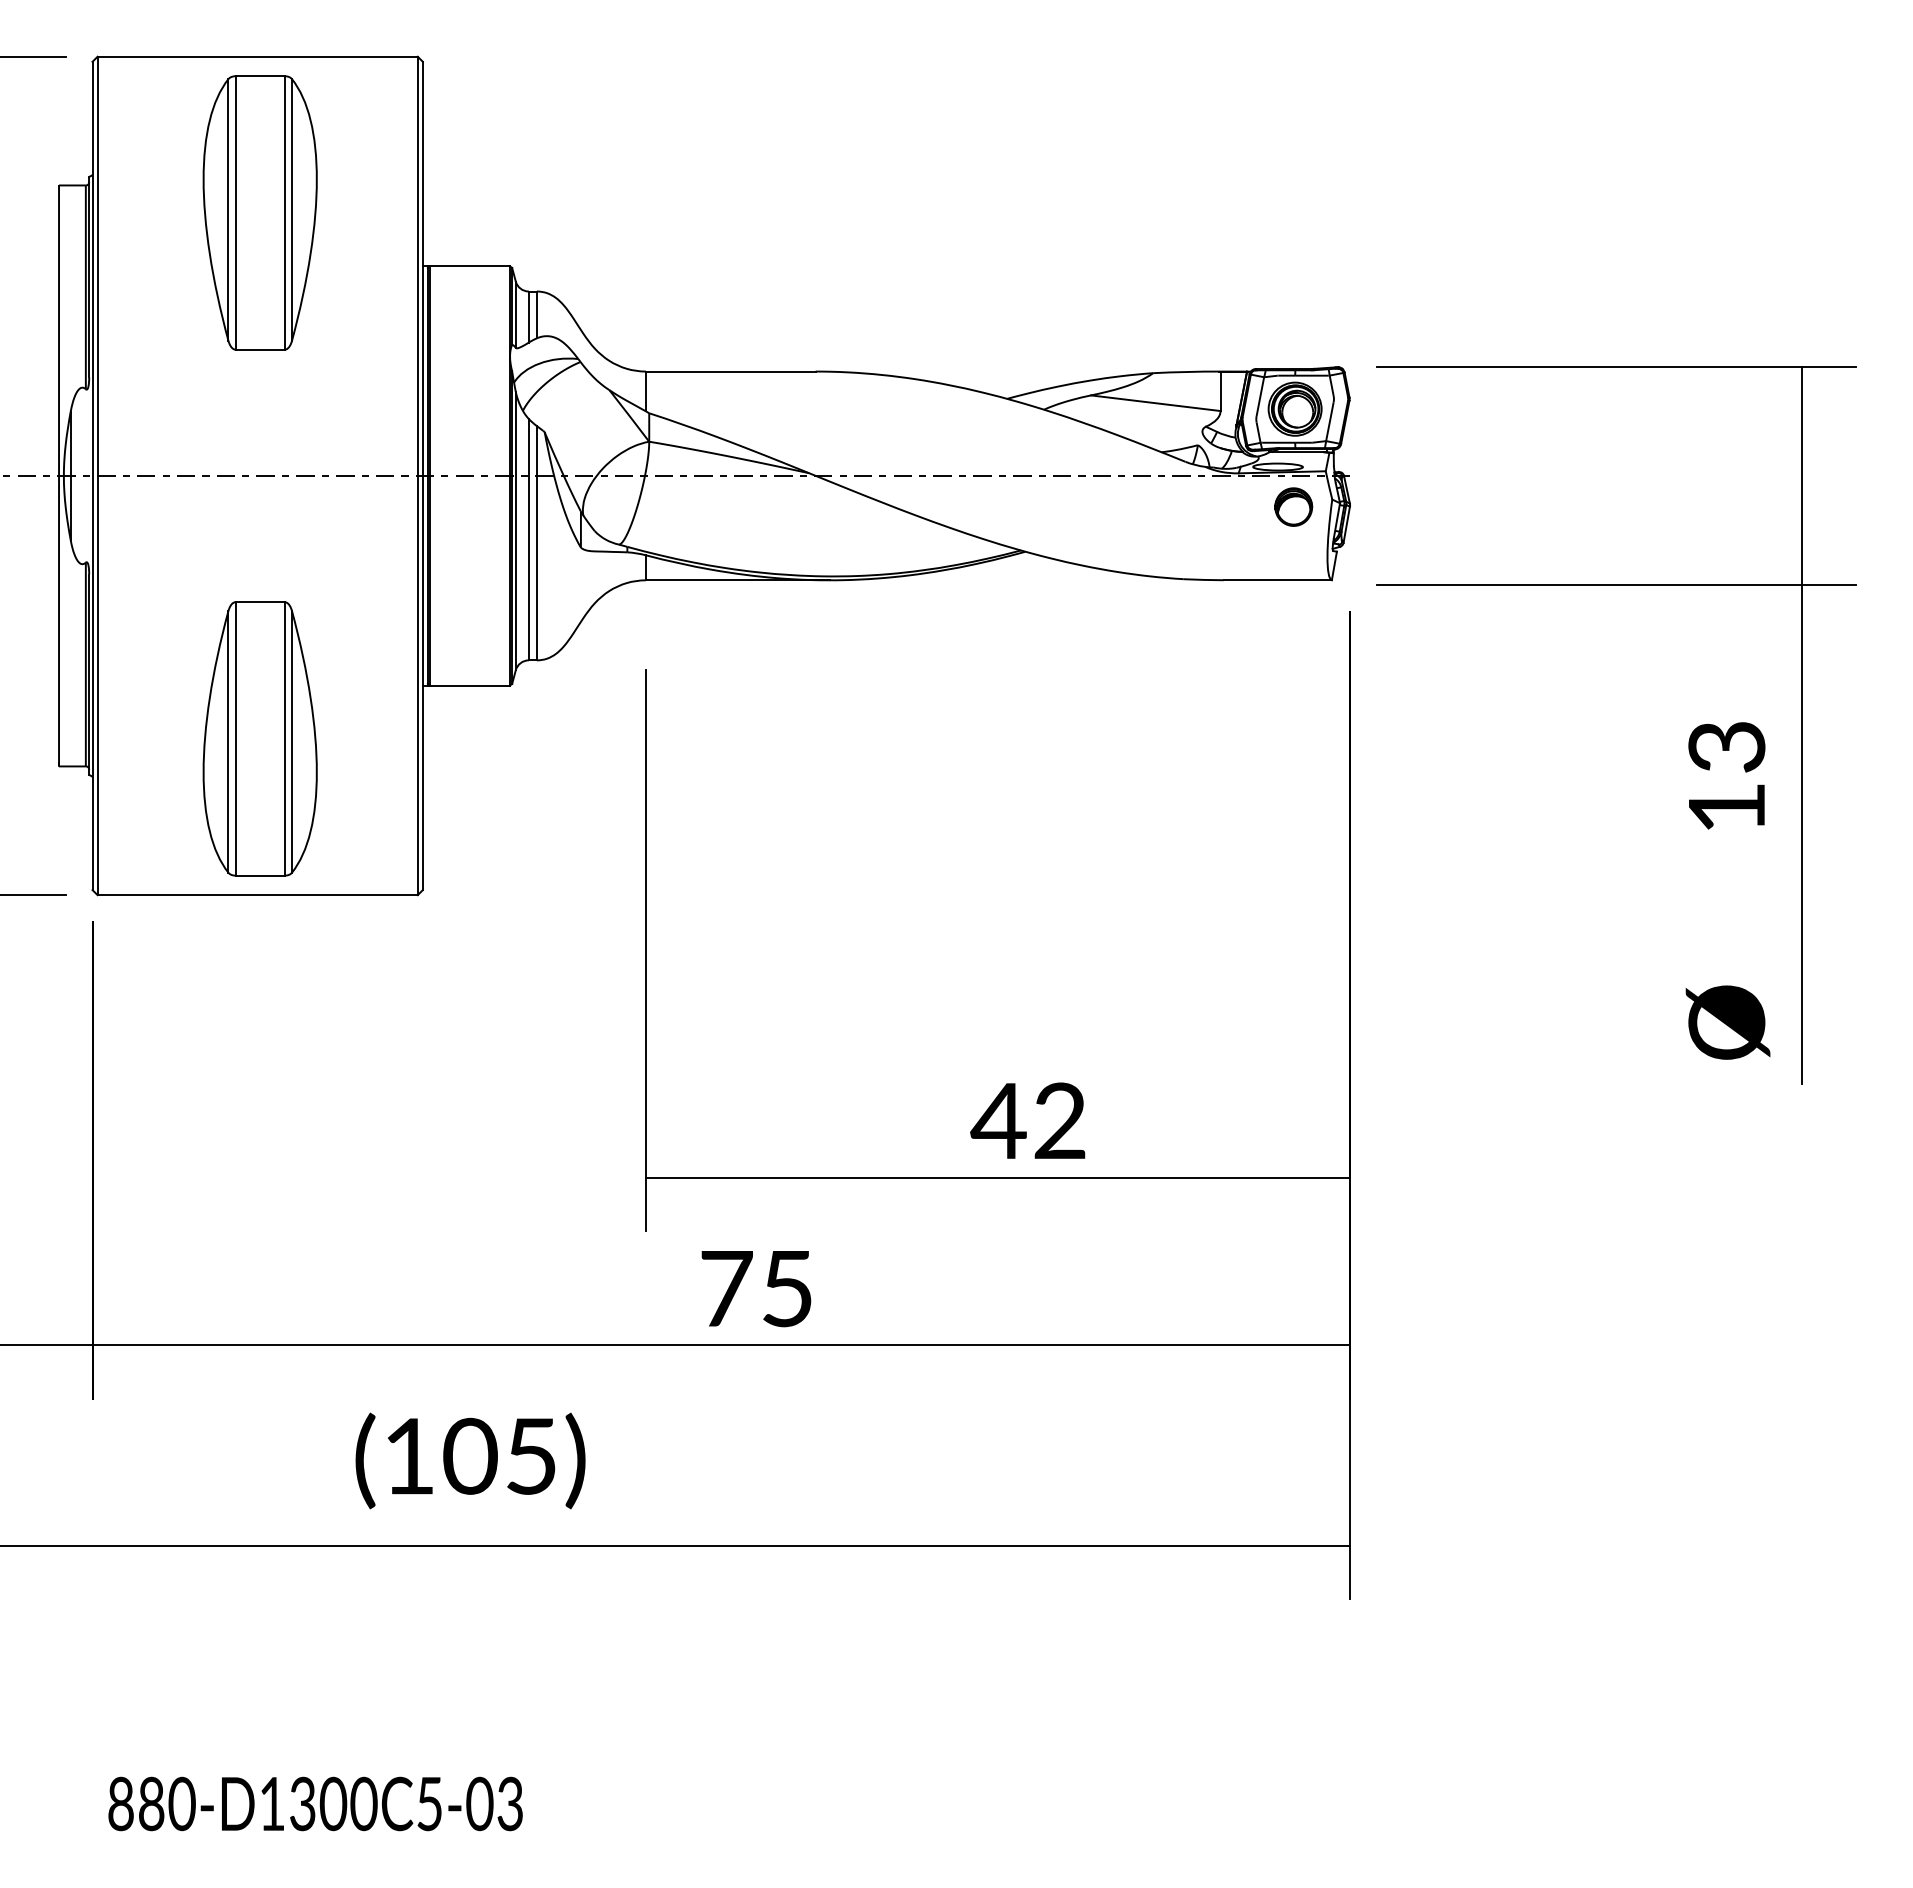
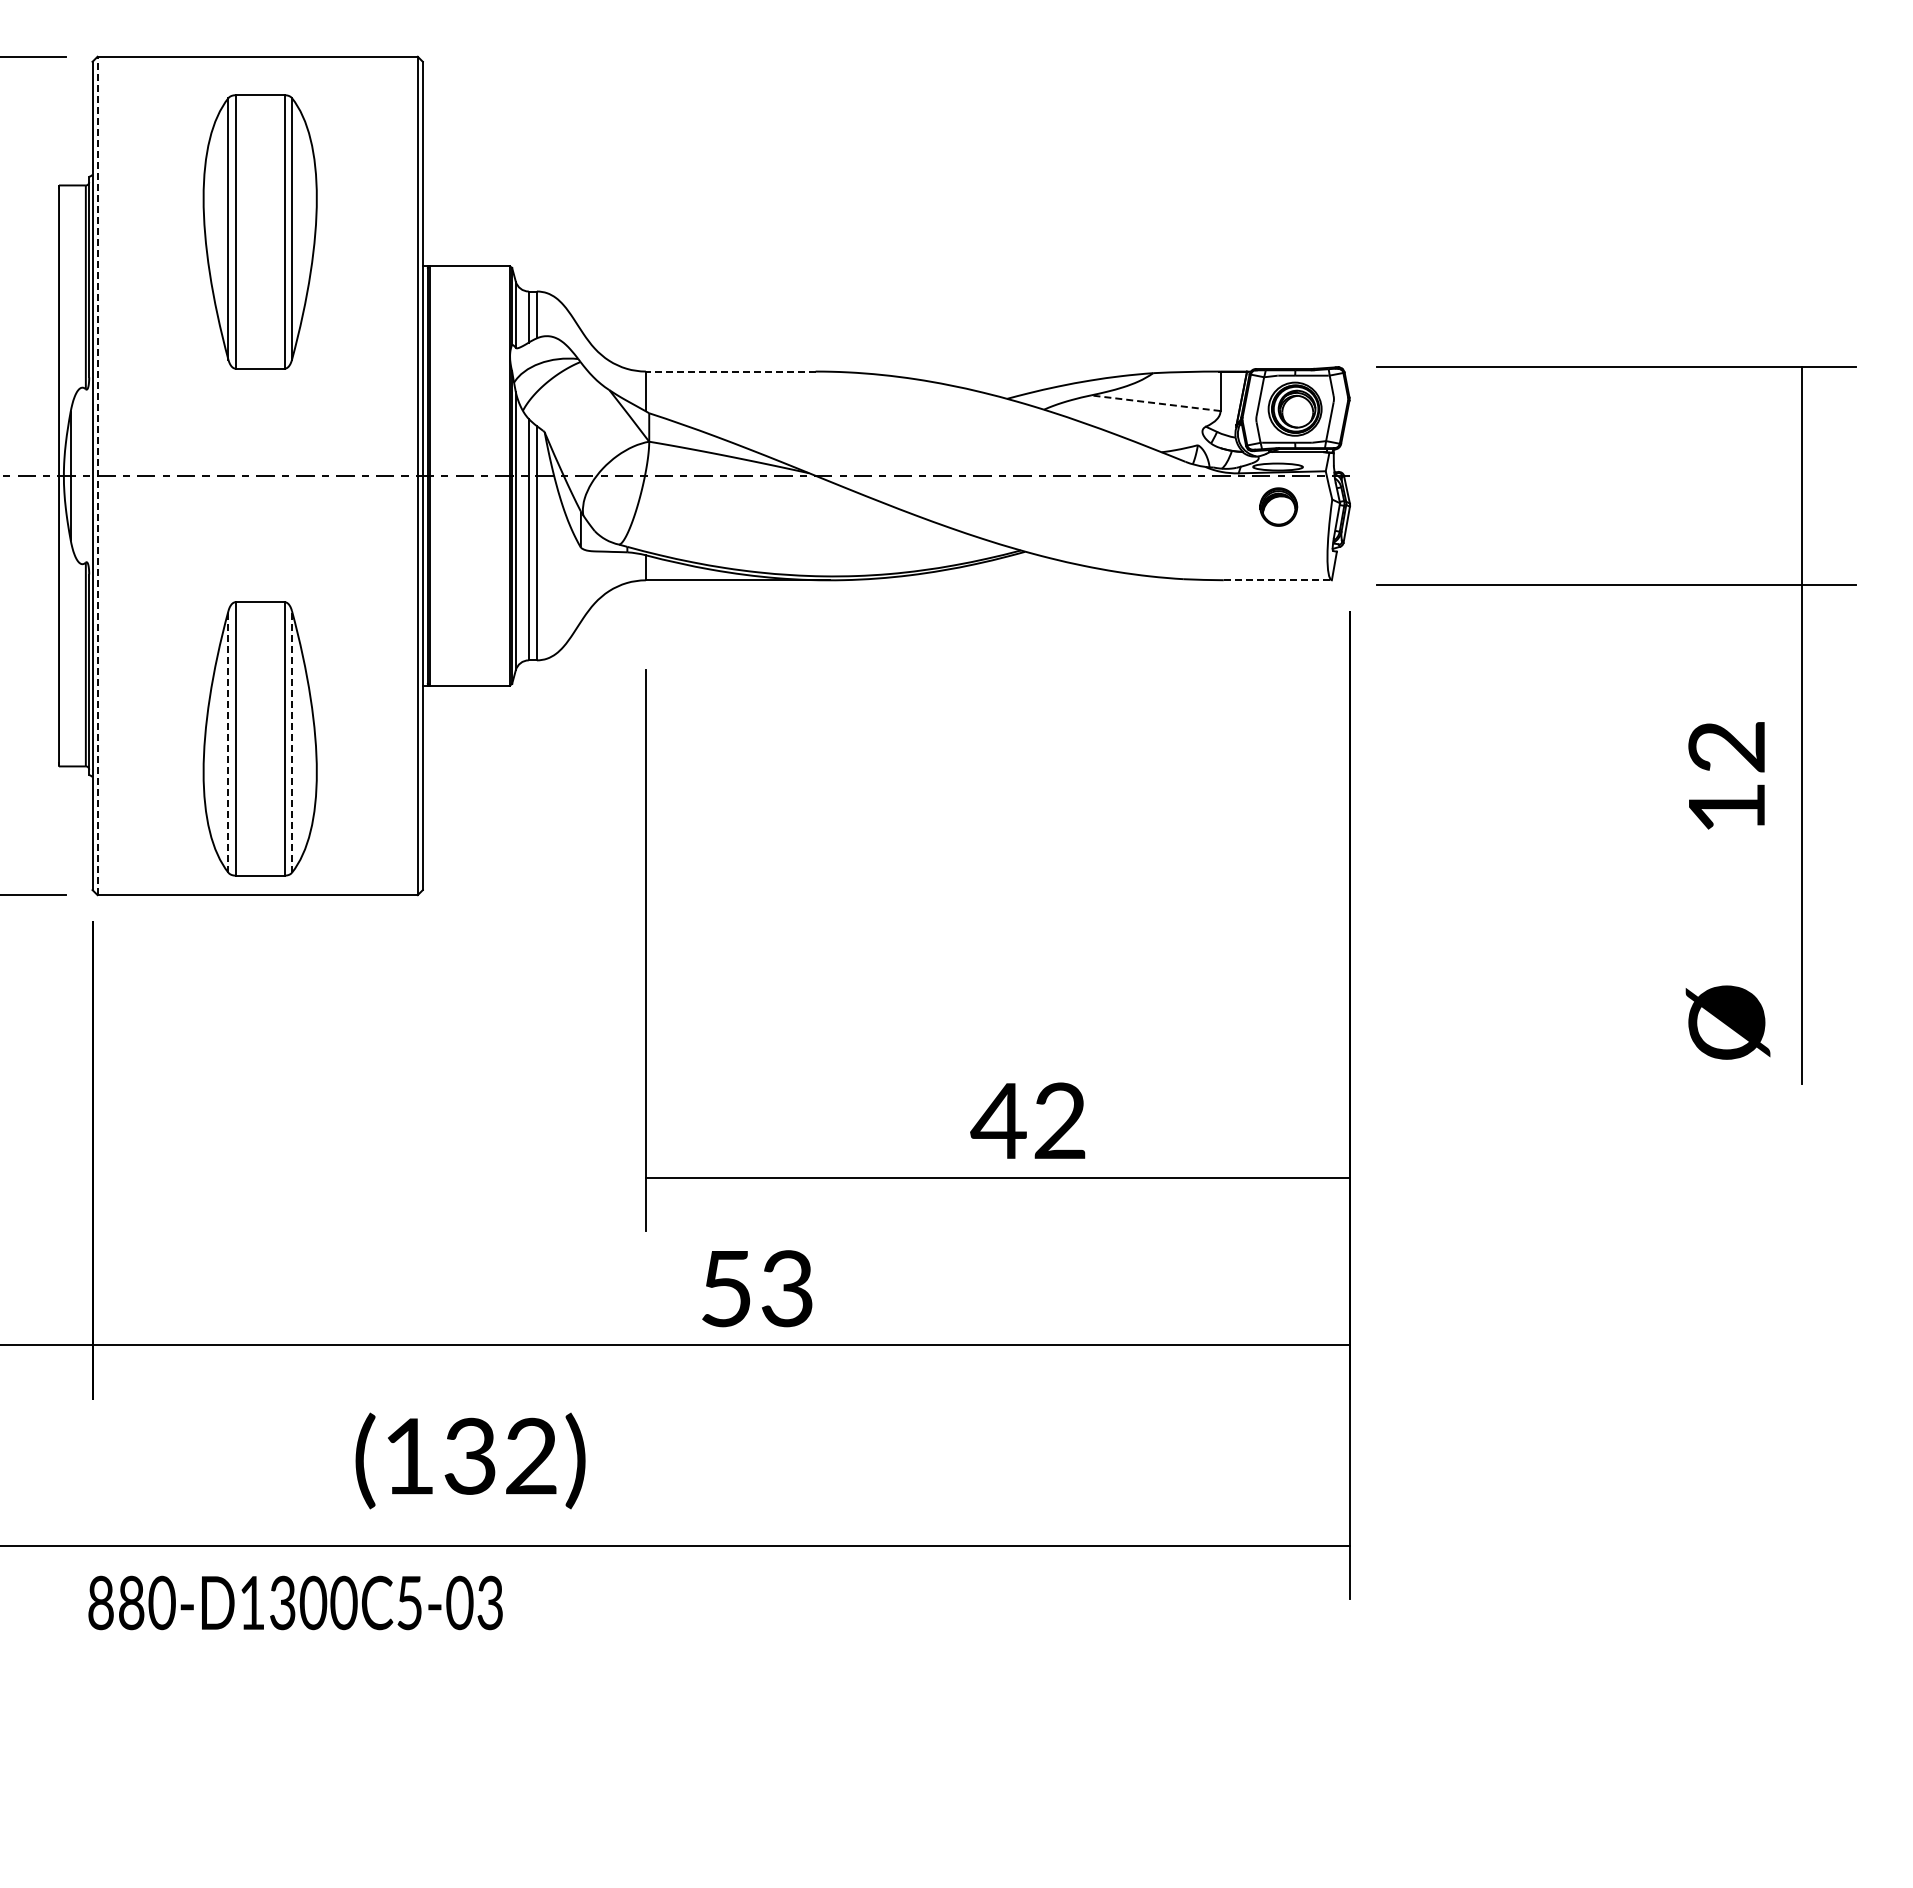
part at (259, 212) position: (259, 212) -> (259, 231)
line at (730, 371): solid -> dashed
line at (1155, 403): solid -> dashed
line at (97, 475): solid -> dashed
part at (1293, 506) position: (1293, 506) -> (1278, 506)
line at (1278, 580): solid -> dashed
line at (228, 741): solid -> dashed
line at (291, 741): solid -> dashed
text at (1727, 747): 13 -> 12
text at (756, 1288): 75 -> 53
text at (499, 1455): (105) -> (132)
text at (315, 1803) position: (315, 1803) -> (295, 1602)
